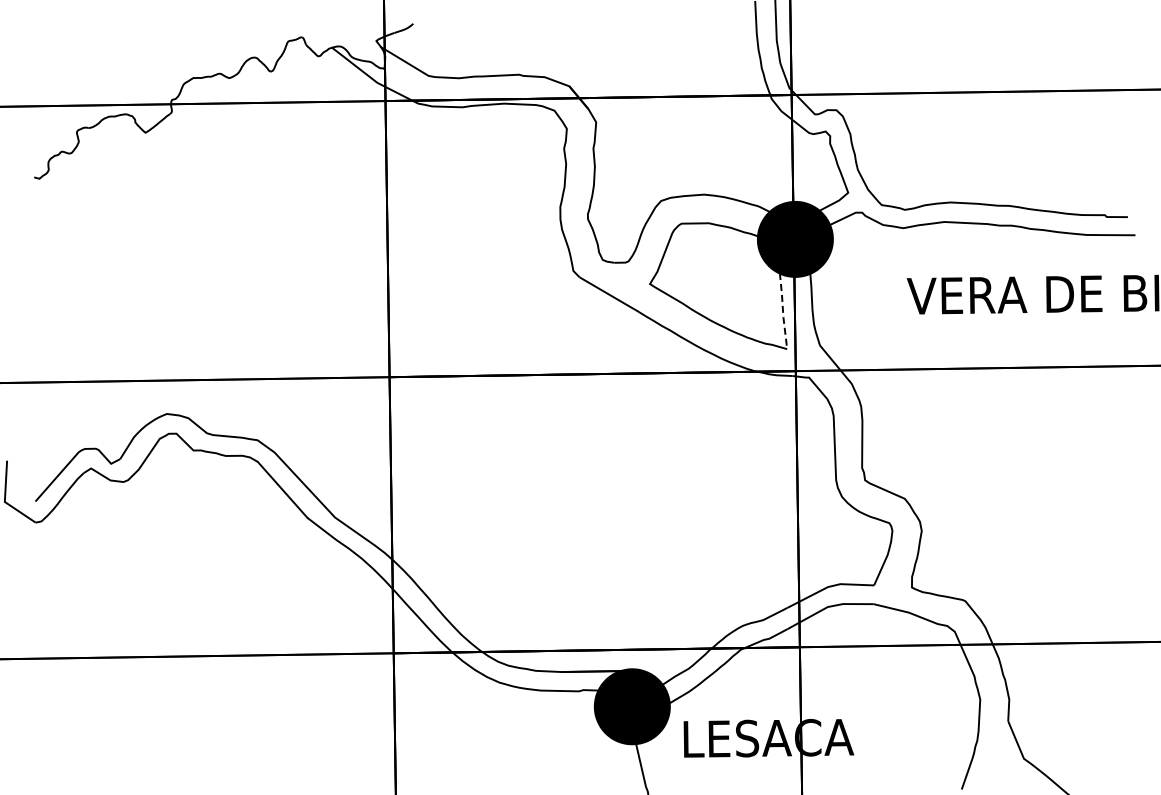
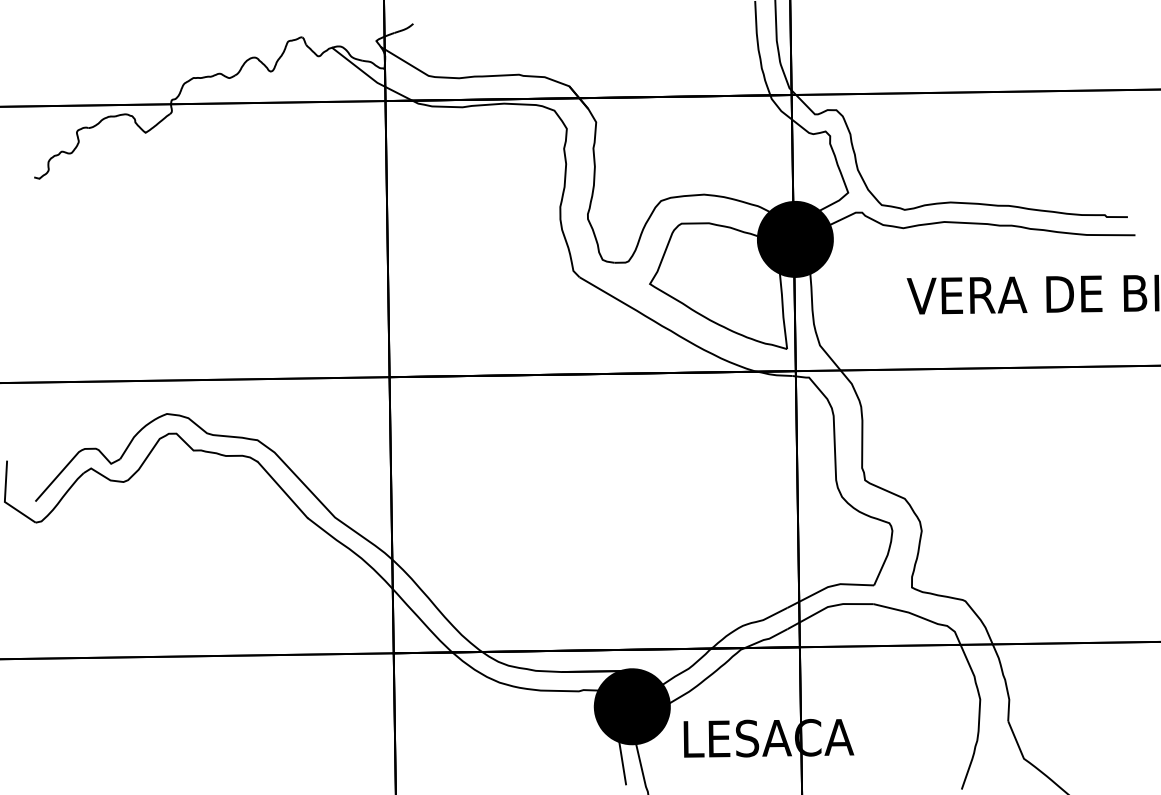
line at (783, 311): dashed -> solid
line at (622, 762): none -> present
